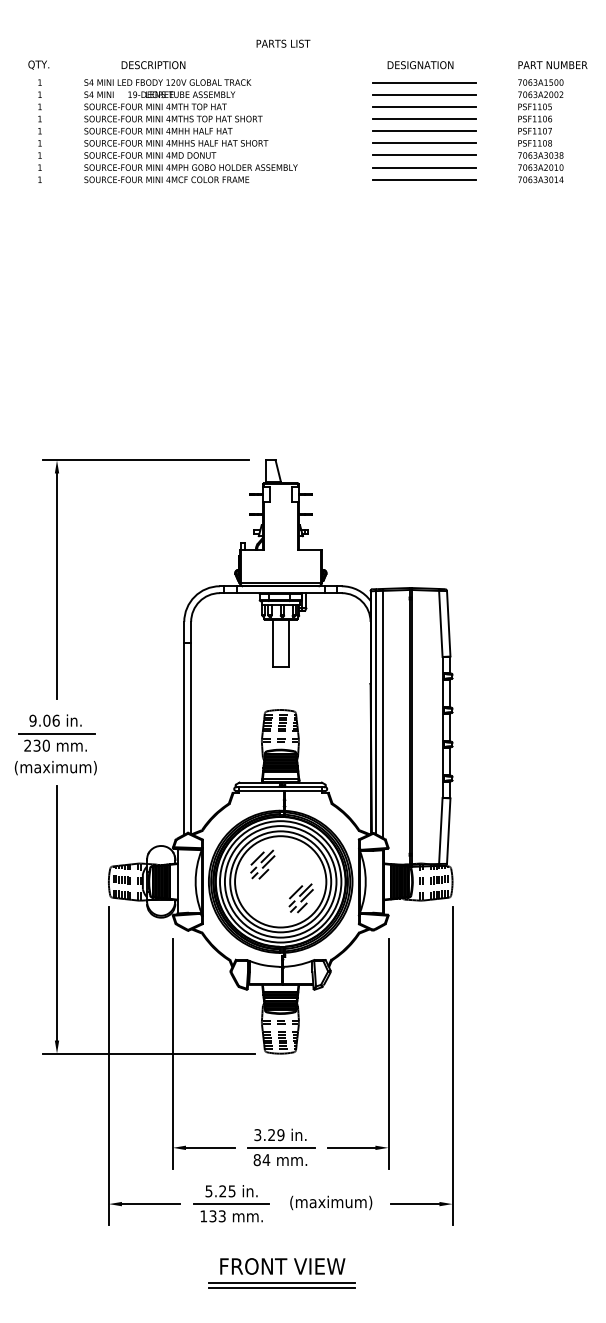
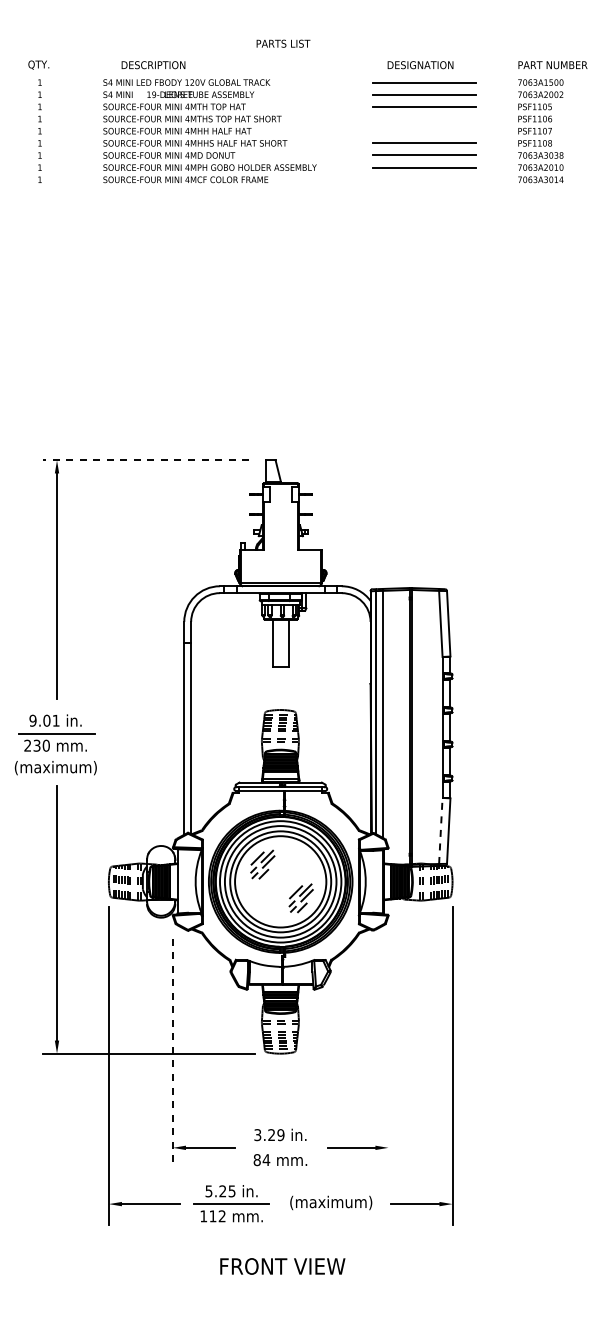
line at (424, 119): present -> none
text at (190, 131) position: (190, 131) -> (209, 131)
line at (424, 131): present -> none
line at (424, 179): present -> none
line at (145, 460): solid -> dashed
text at (55, 720): 9.06 -> 9.01
line at (440, 830): solid -> dashed
line at (388, 1053): present -> none
line at (172, 1054): solid -> dashed
line at (281, 1147): present -> none
text at (217, 1216): 133 -> 112
part at (281, 1285): present -> none
